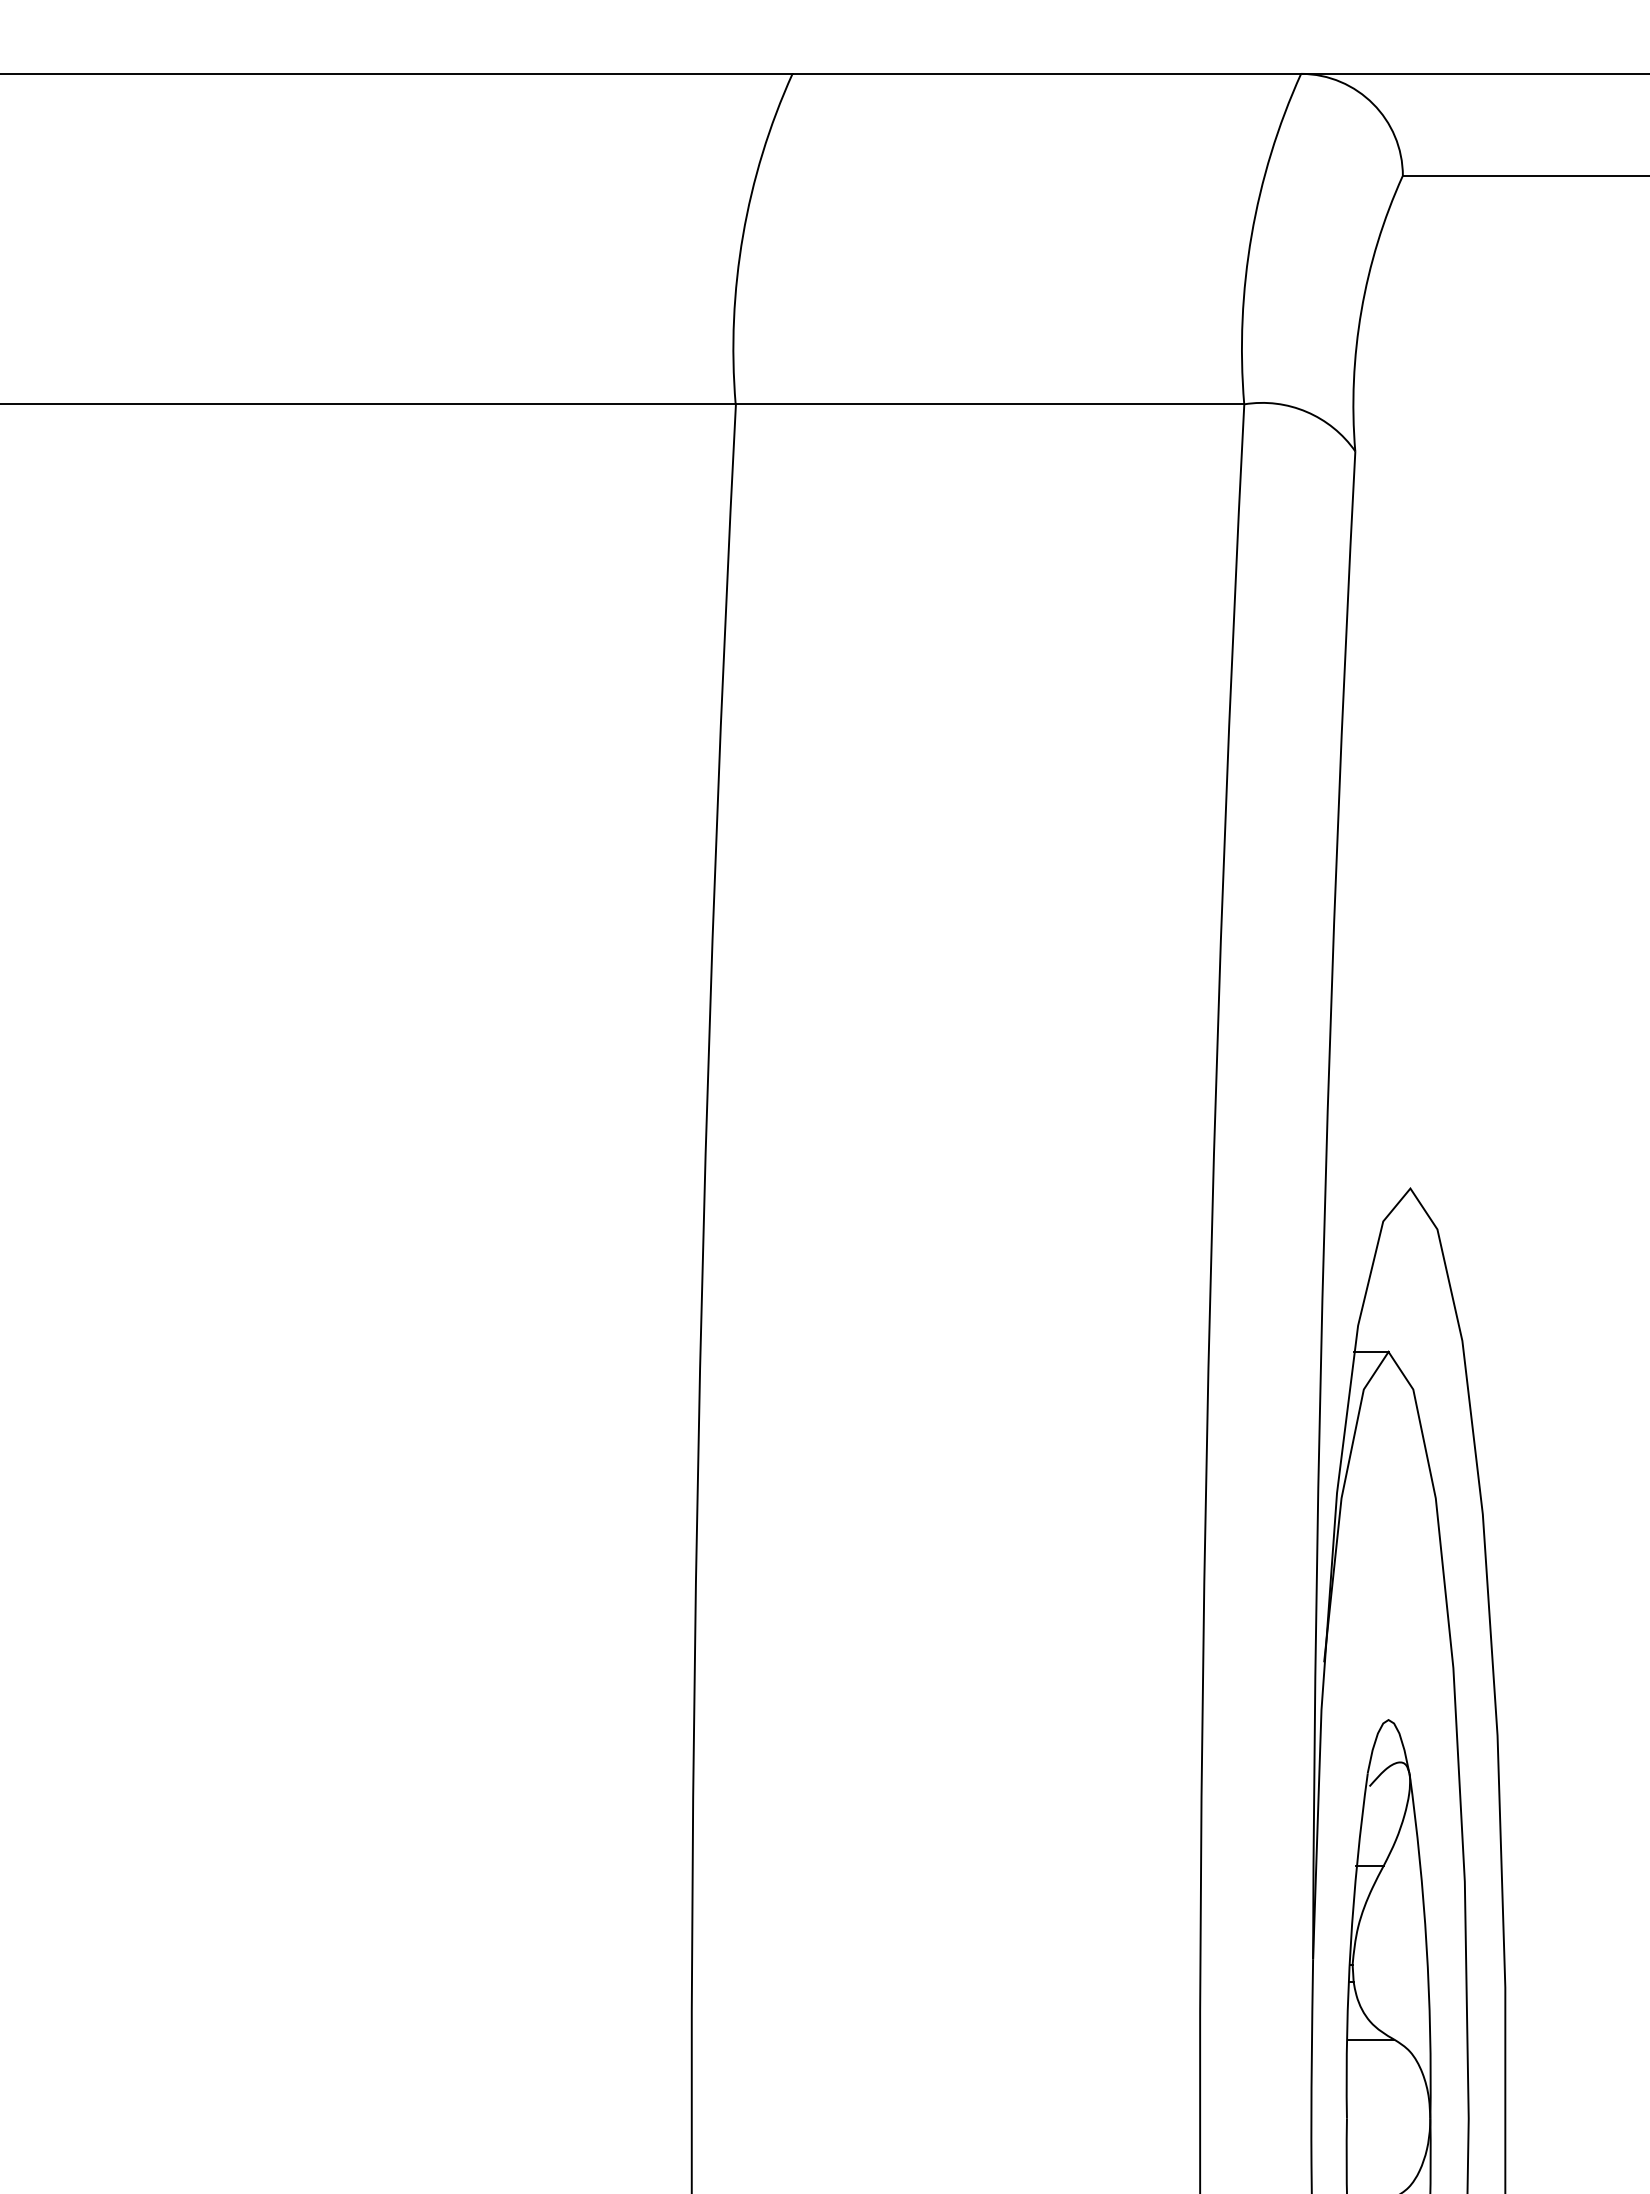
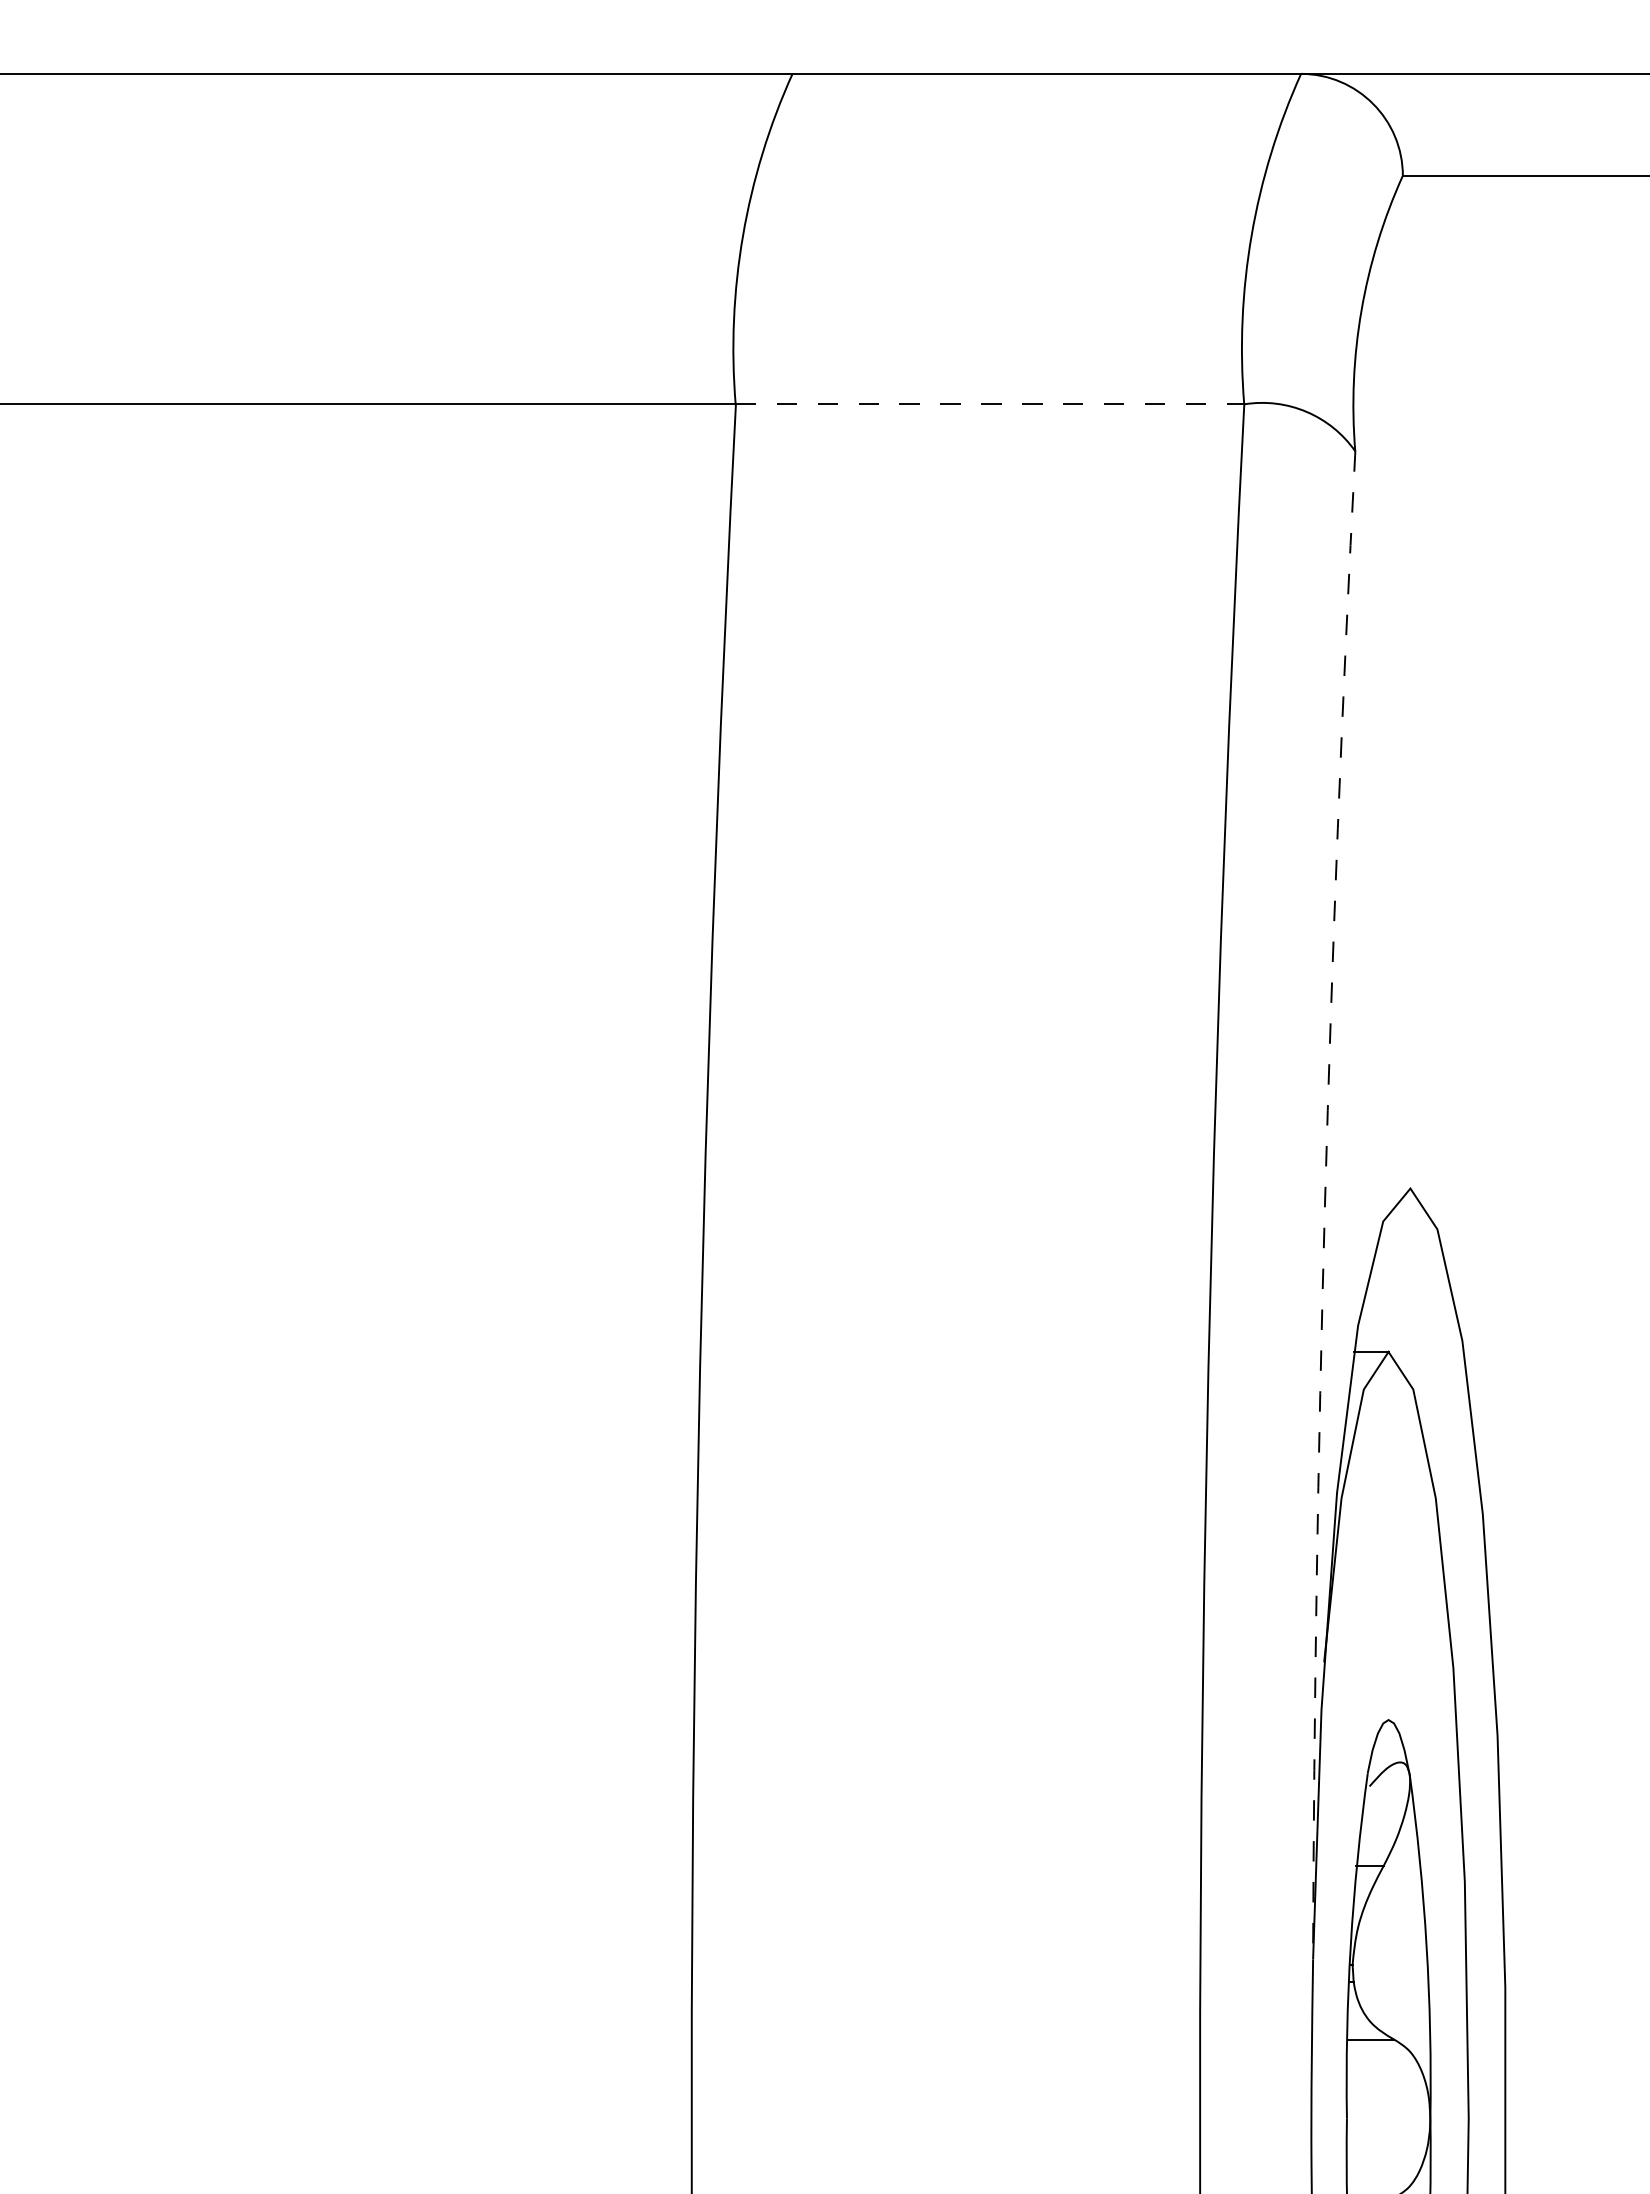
line at (990, 404): solid -> dashed
arc at (1324, 1205): solid -> dashed
